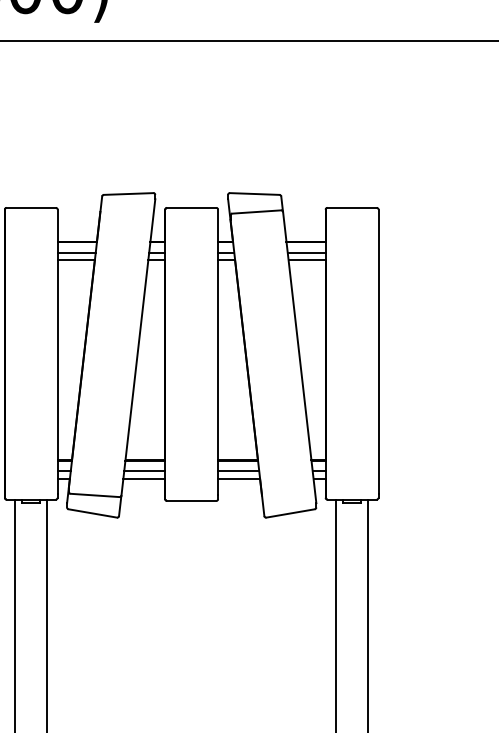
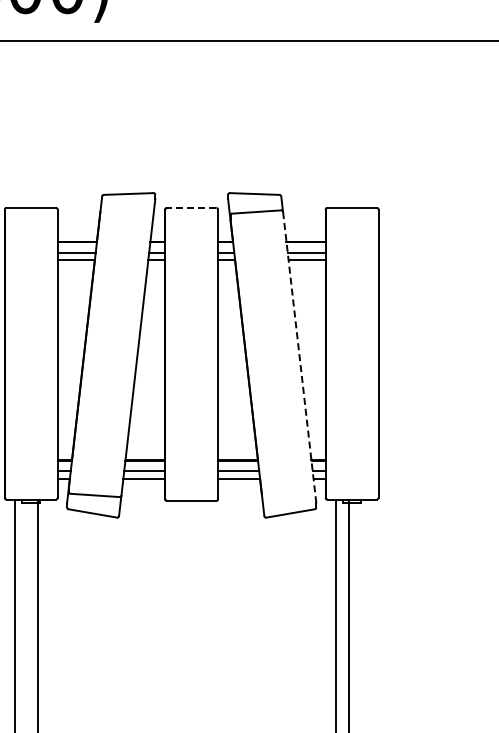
line at (191, 207): solid -> dashed
line at (299, 357): solid -> dashed
line at (47, 614) position: (47, 614) -> (38, 614)
line at (368, 614) position: (368, 614) -> (349, 614)
